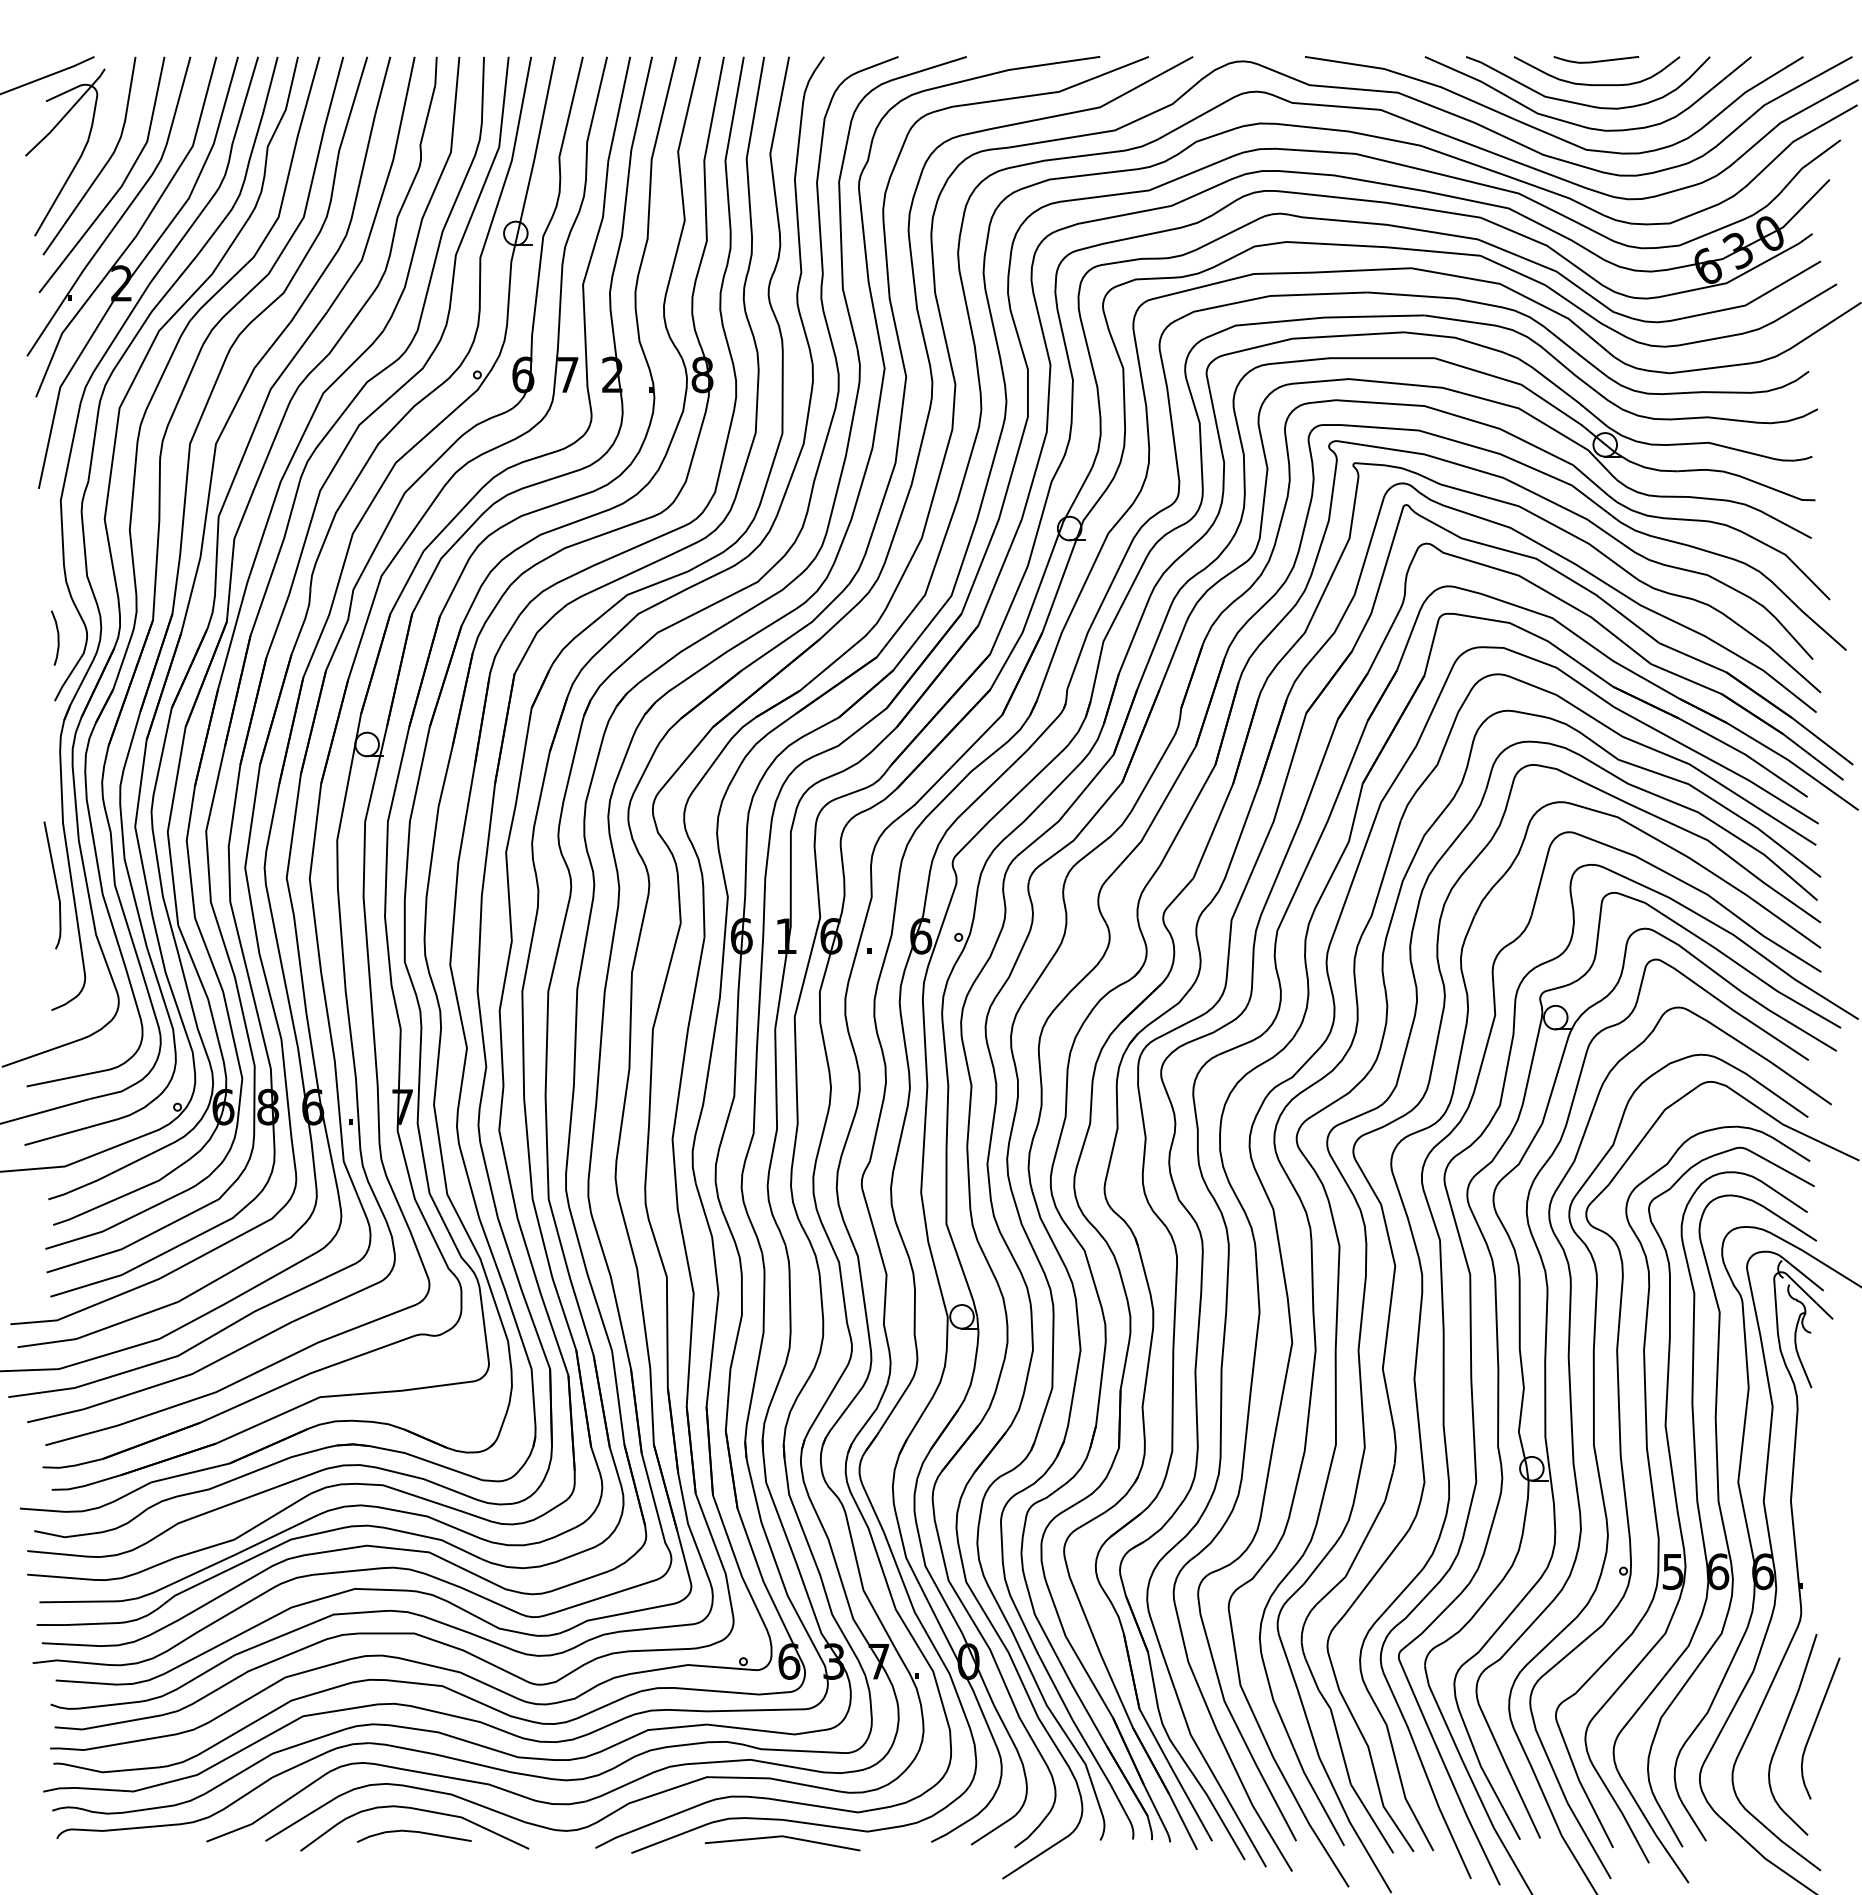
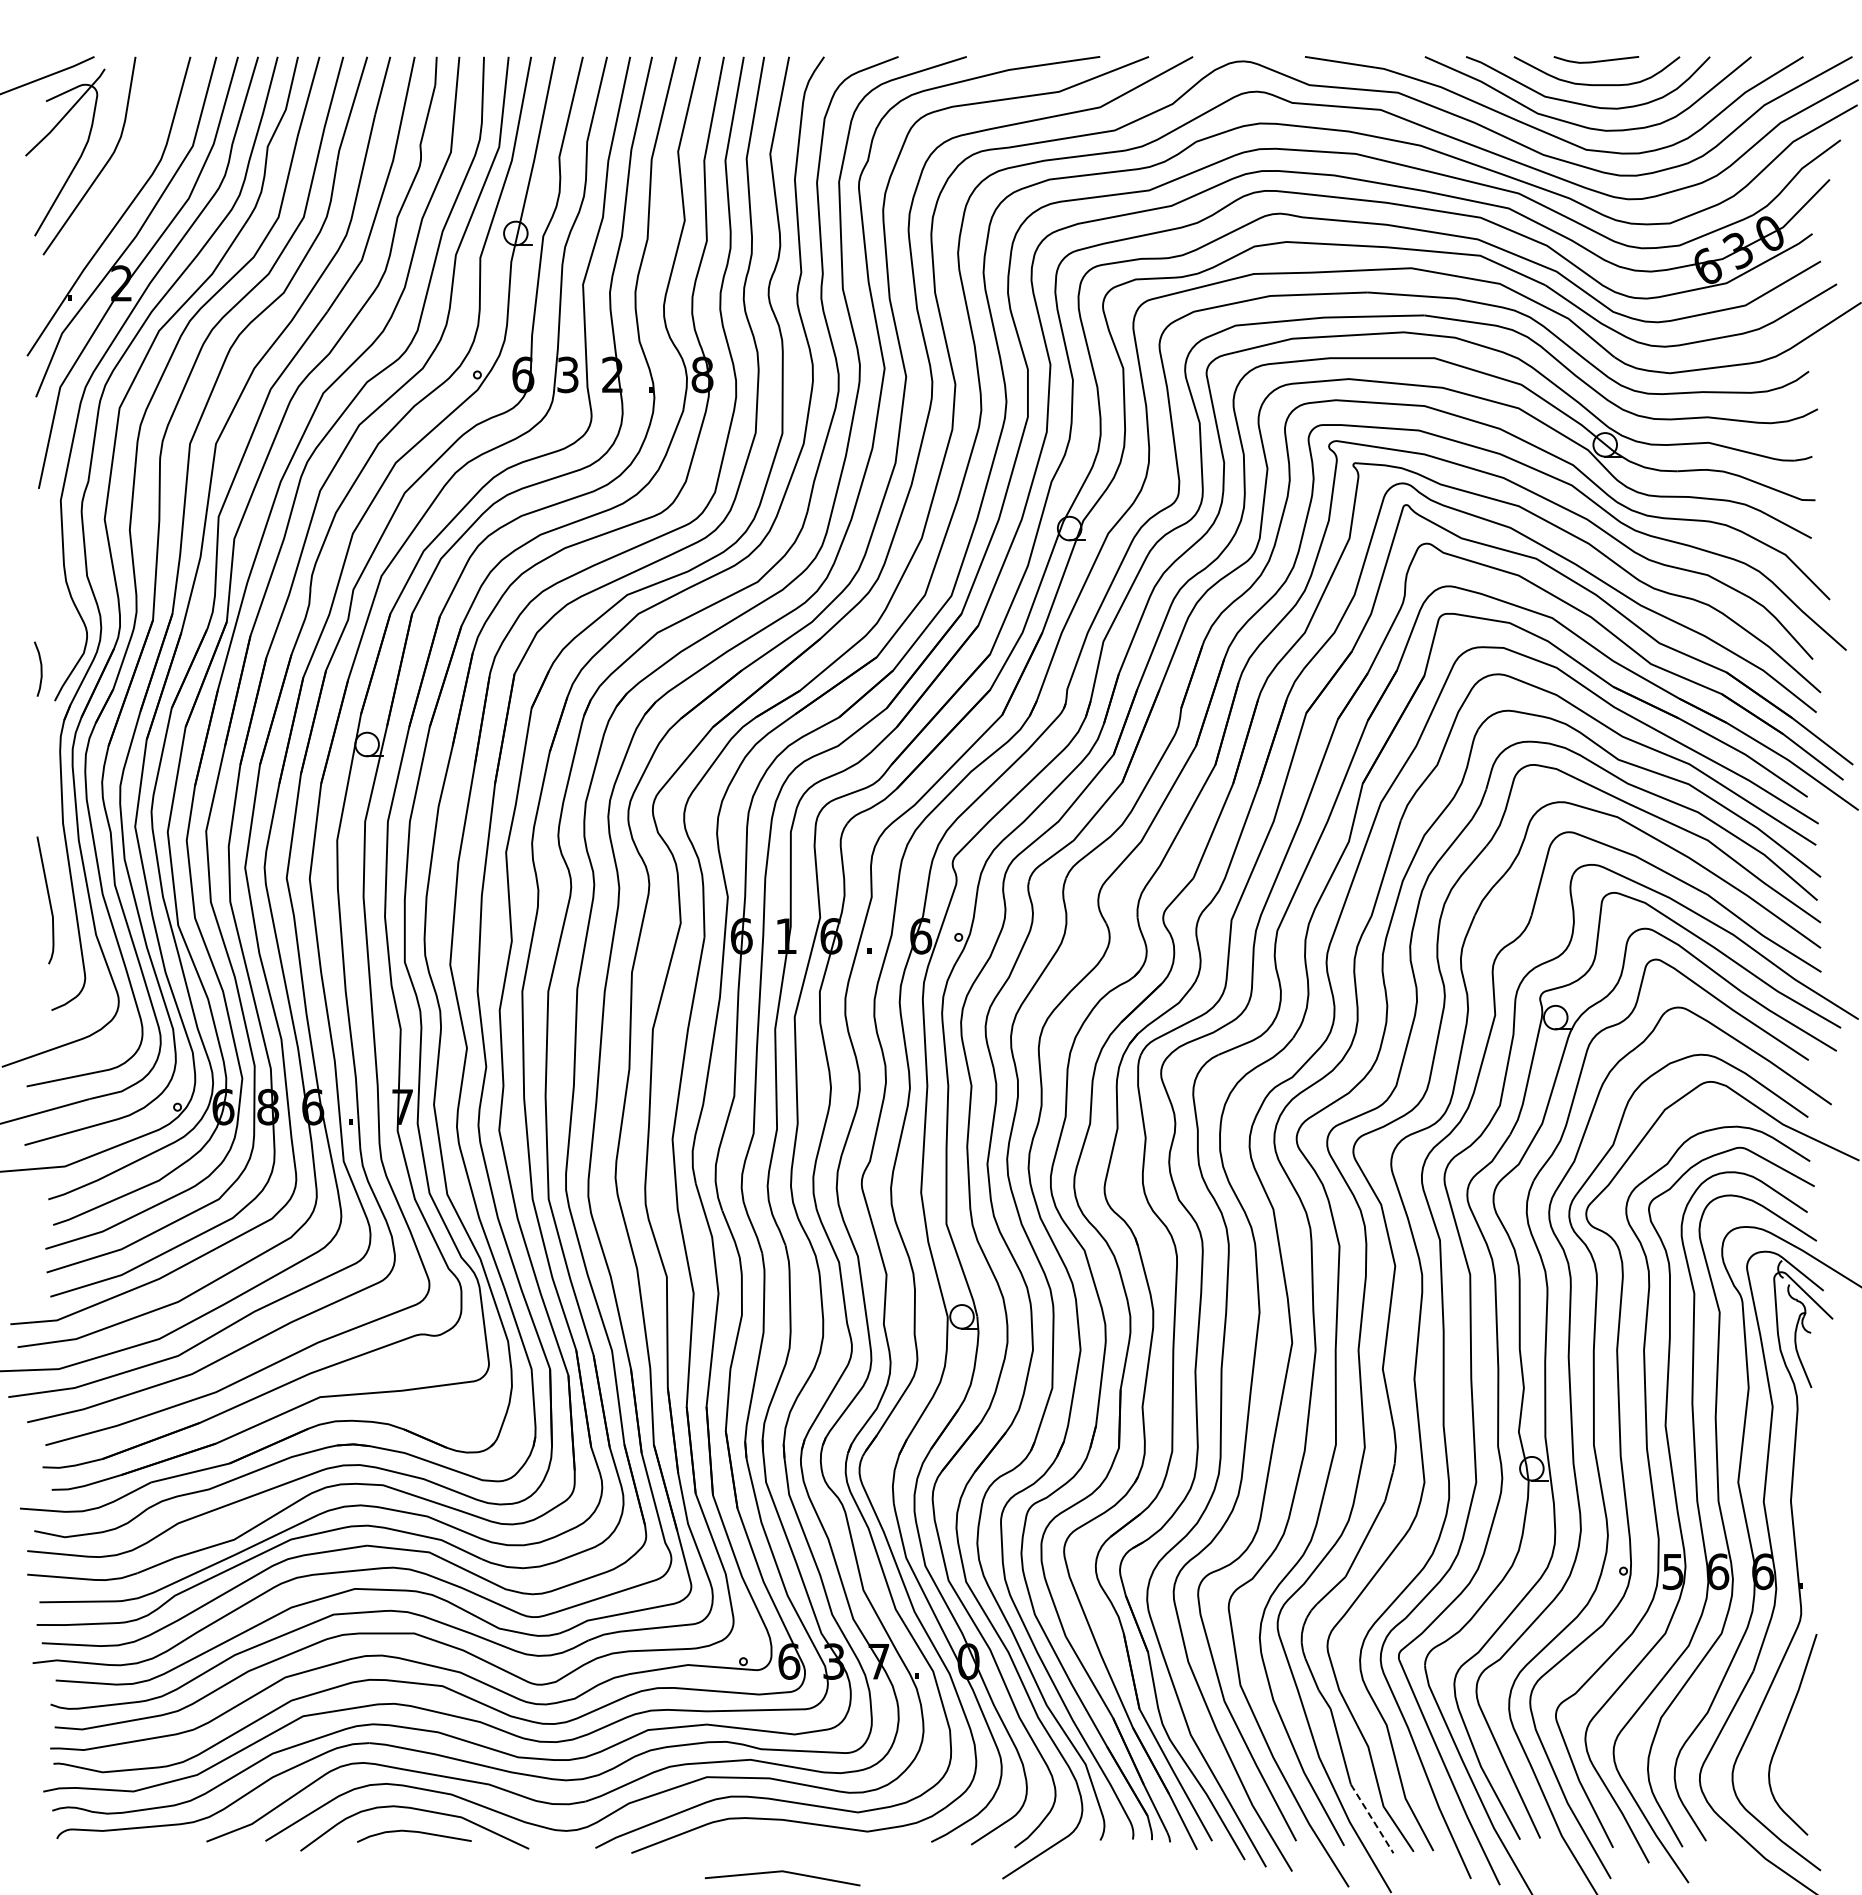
line at (118, 188): present -> none
text at (567, 374): 7 -> 3
curve at (57, 637) position: (57, 637) -> (40, 668)
curve at (55, 885) position: (55, 885) -> (48, 900)
curve at (1814, 1727): present -> none
line at (1372, 1819): solid -> dashed
line at (782, 1837) position: (782, 1837) -> (782, 1872)
